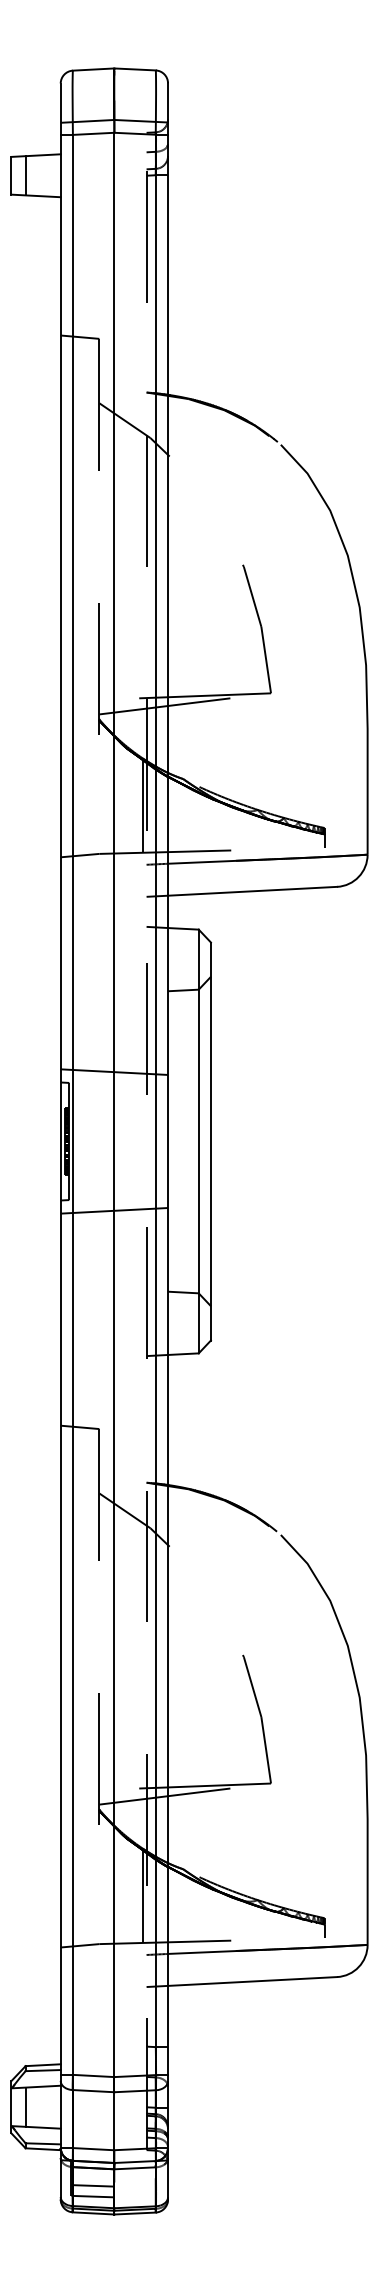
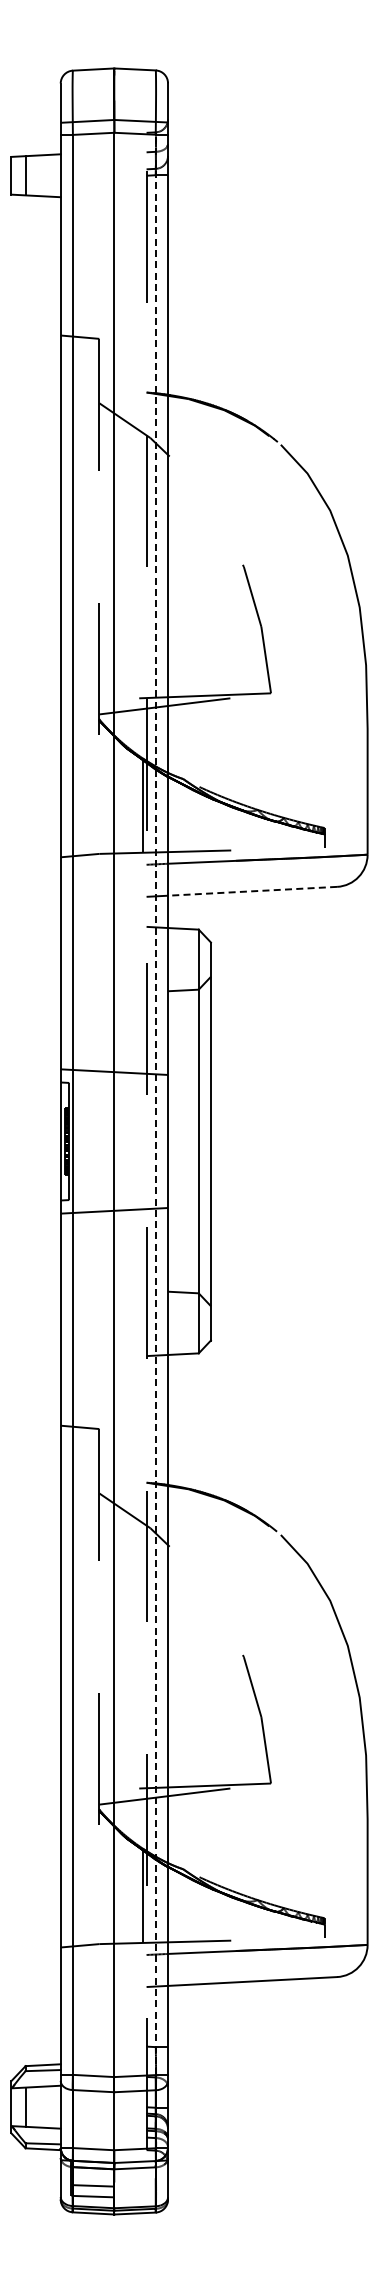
line at (252, 891): solid -> dashed
line at (155, 1104): solid -> dashed
